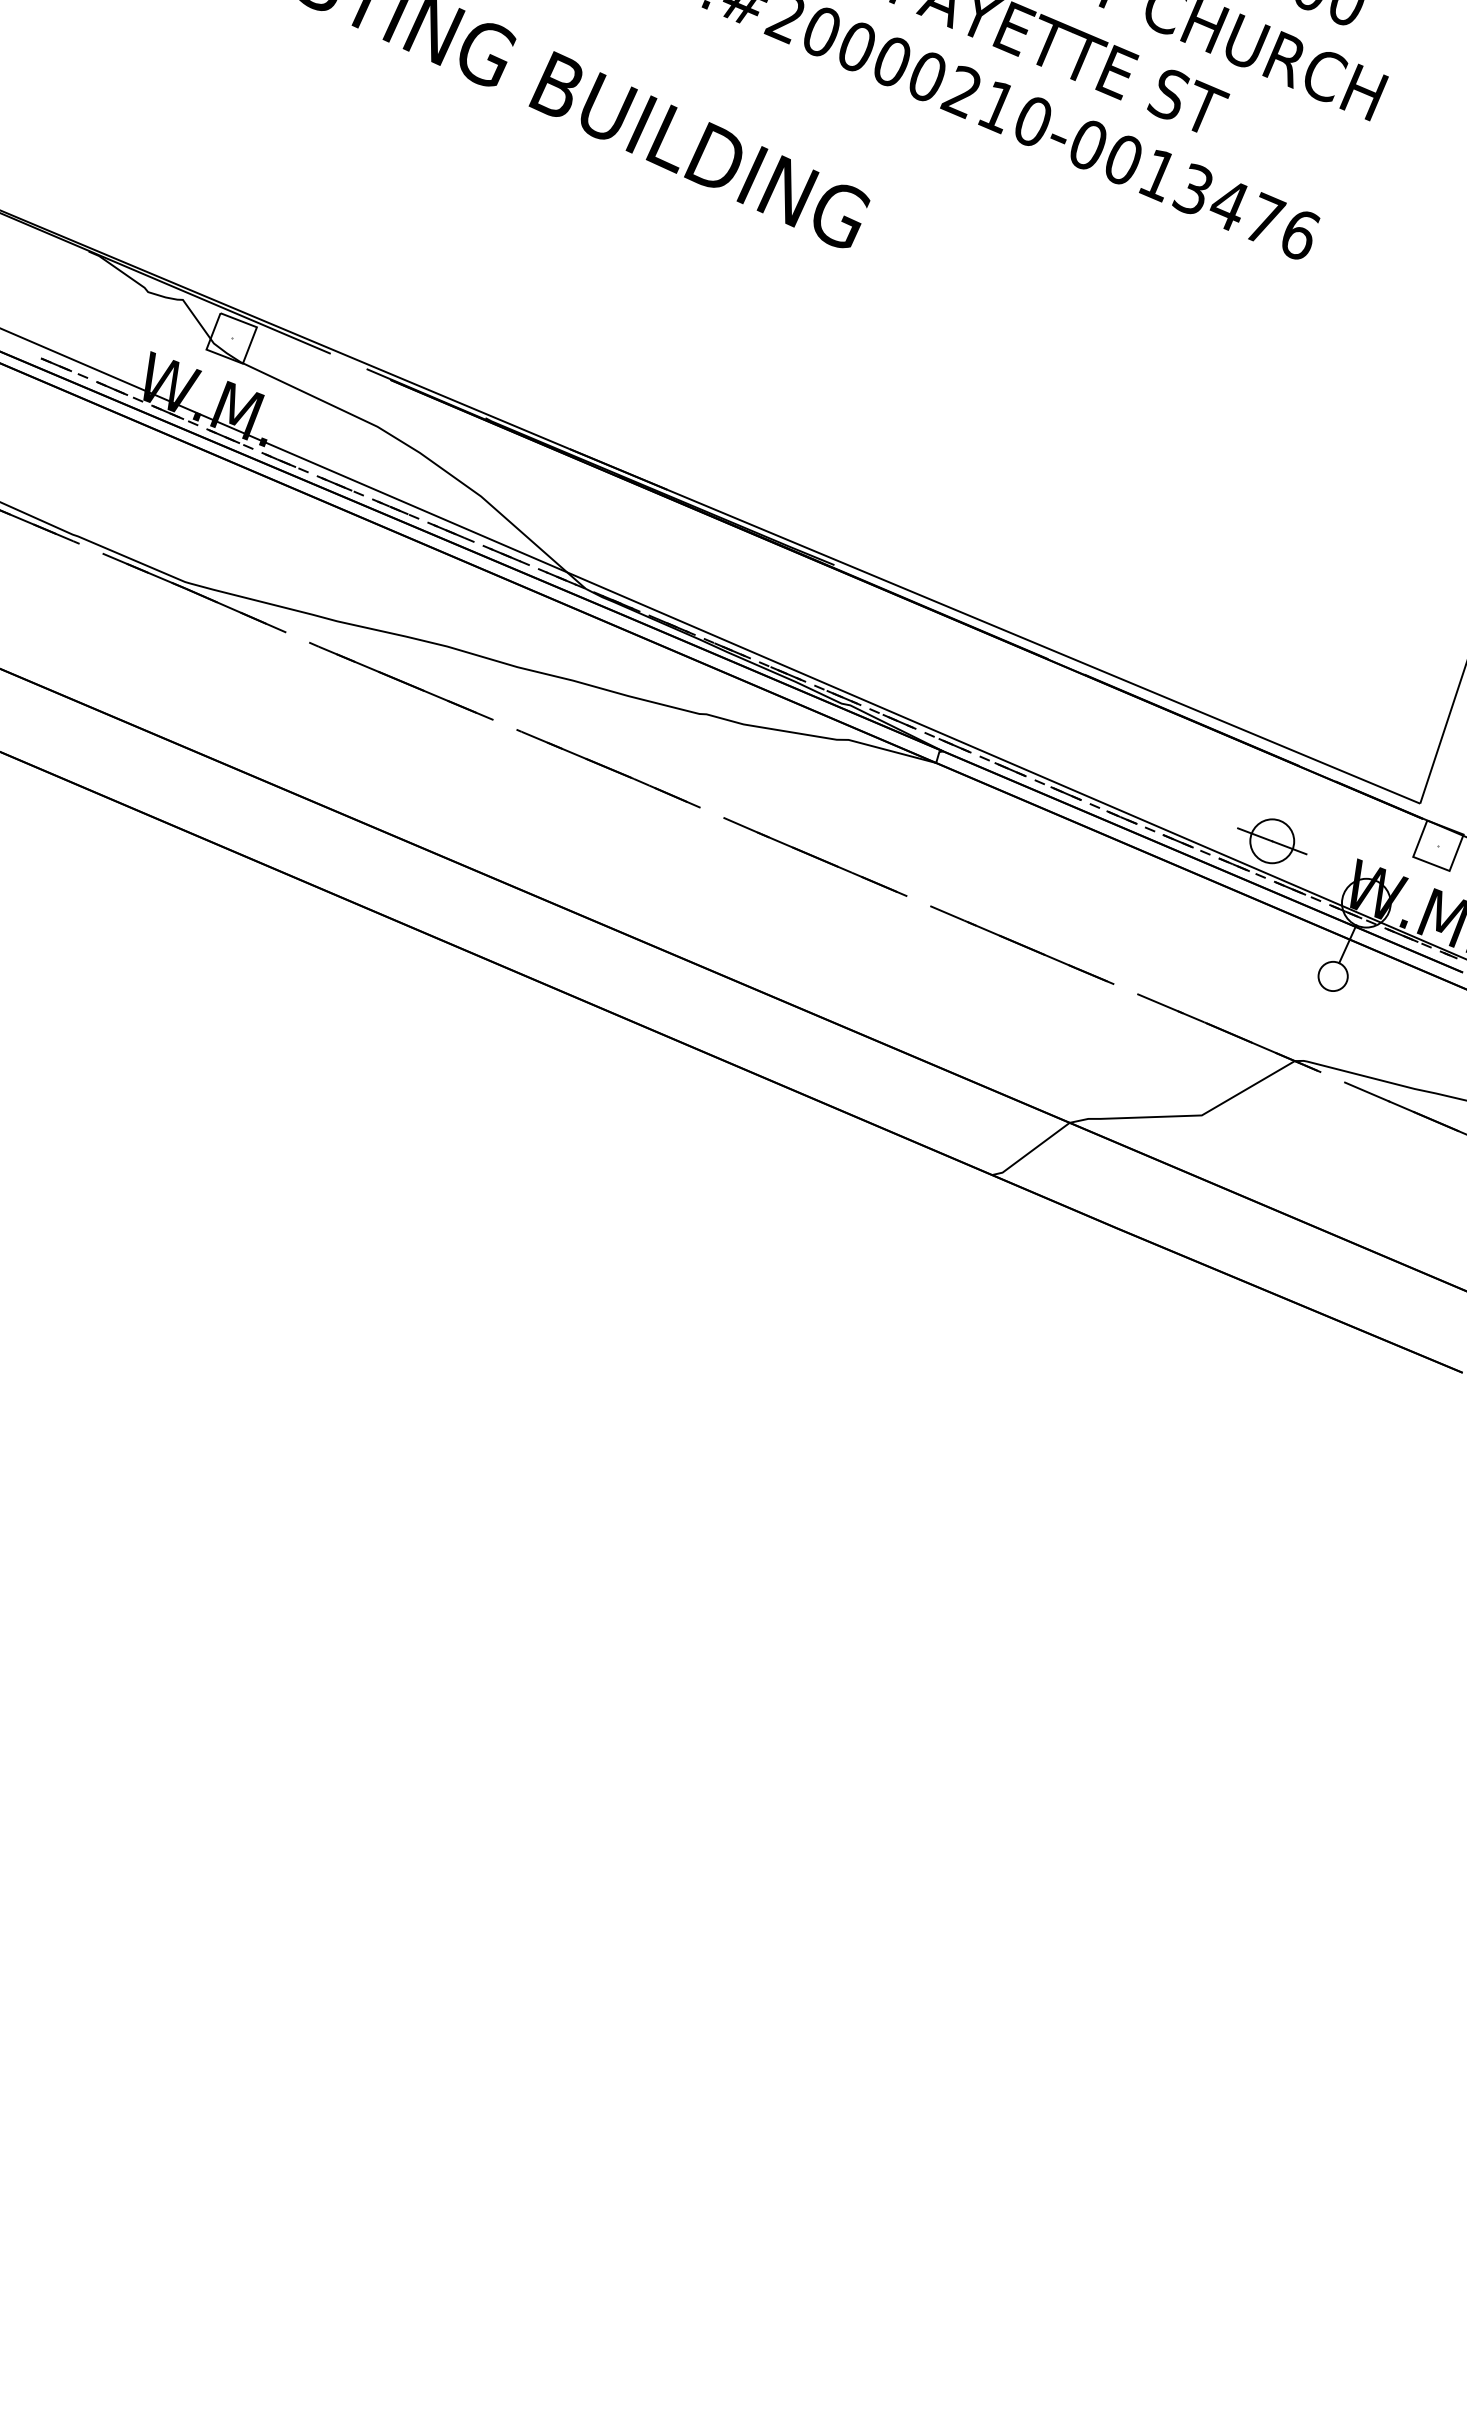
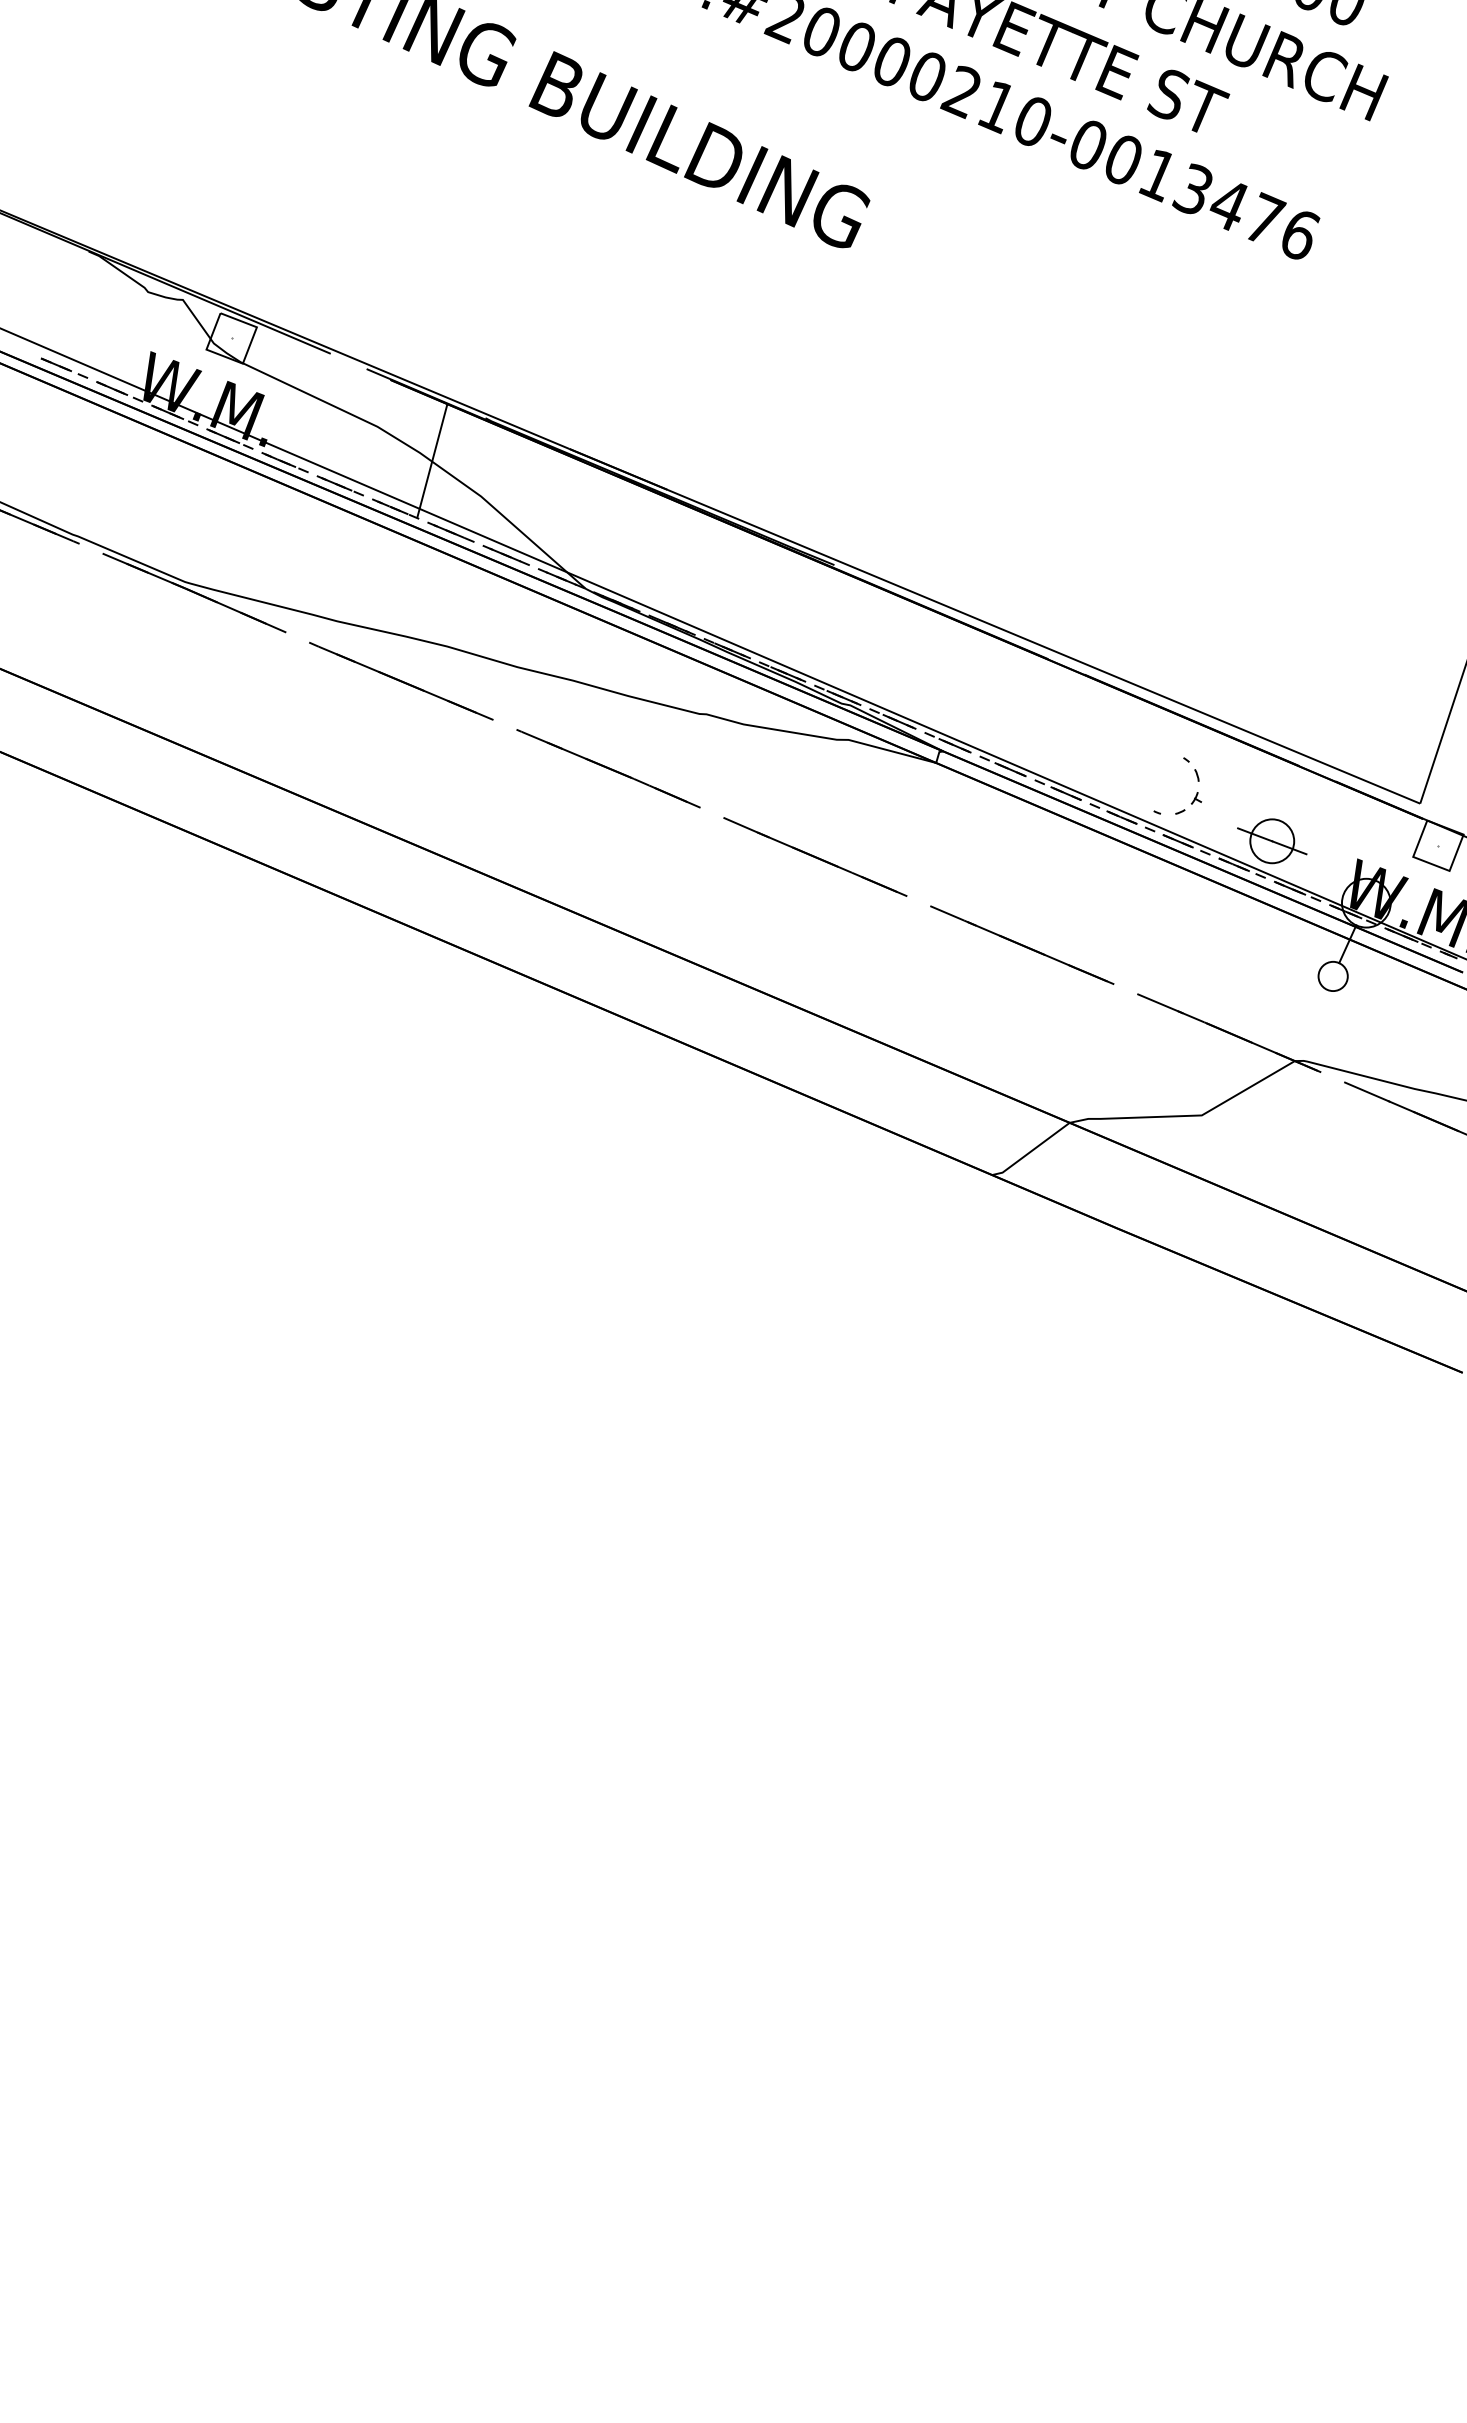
line at (432, 461): none -> present
part at (1196, 792): none -> present
